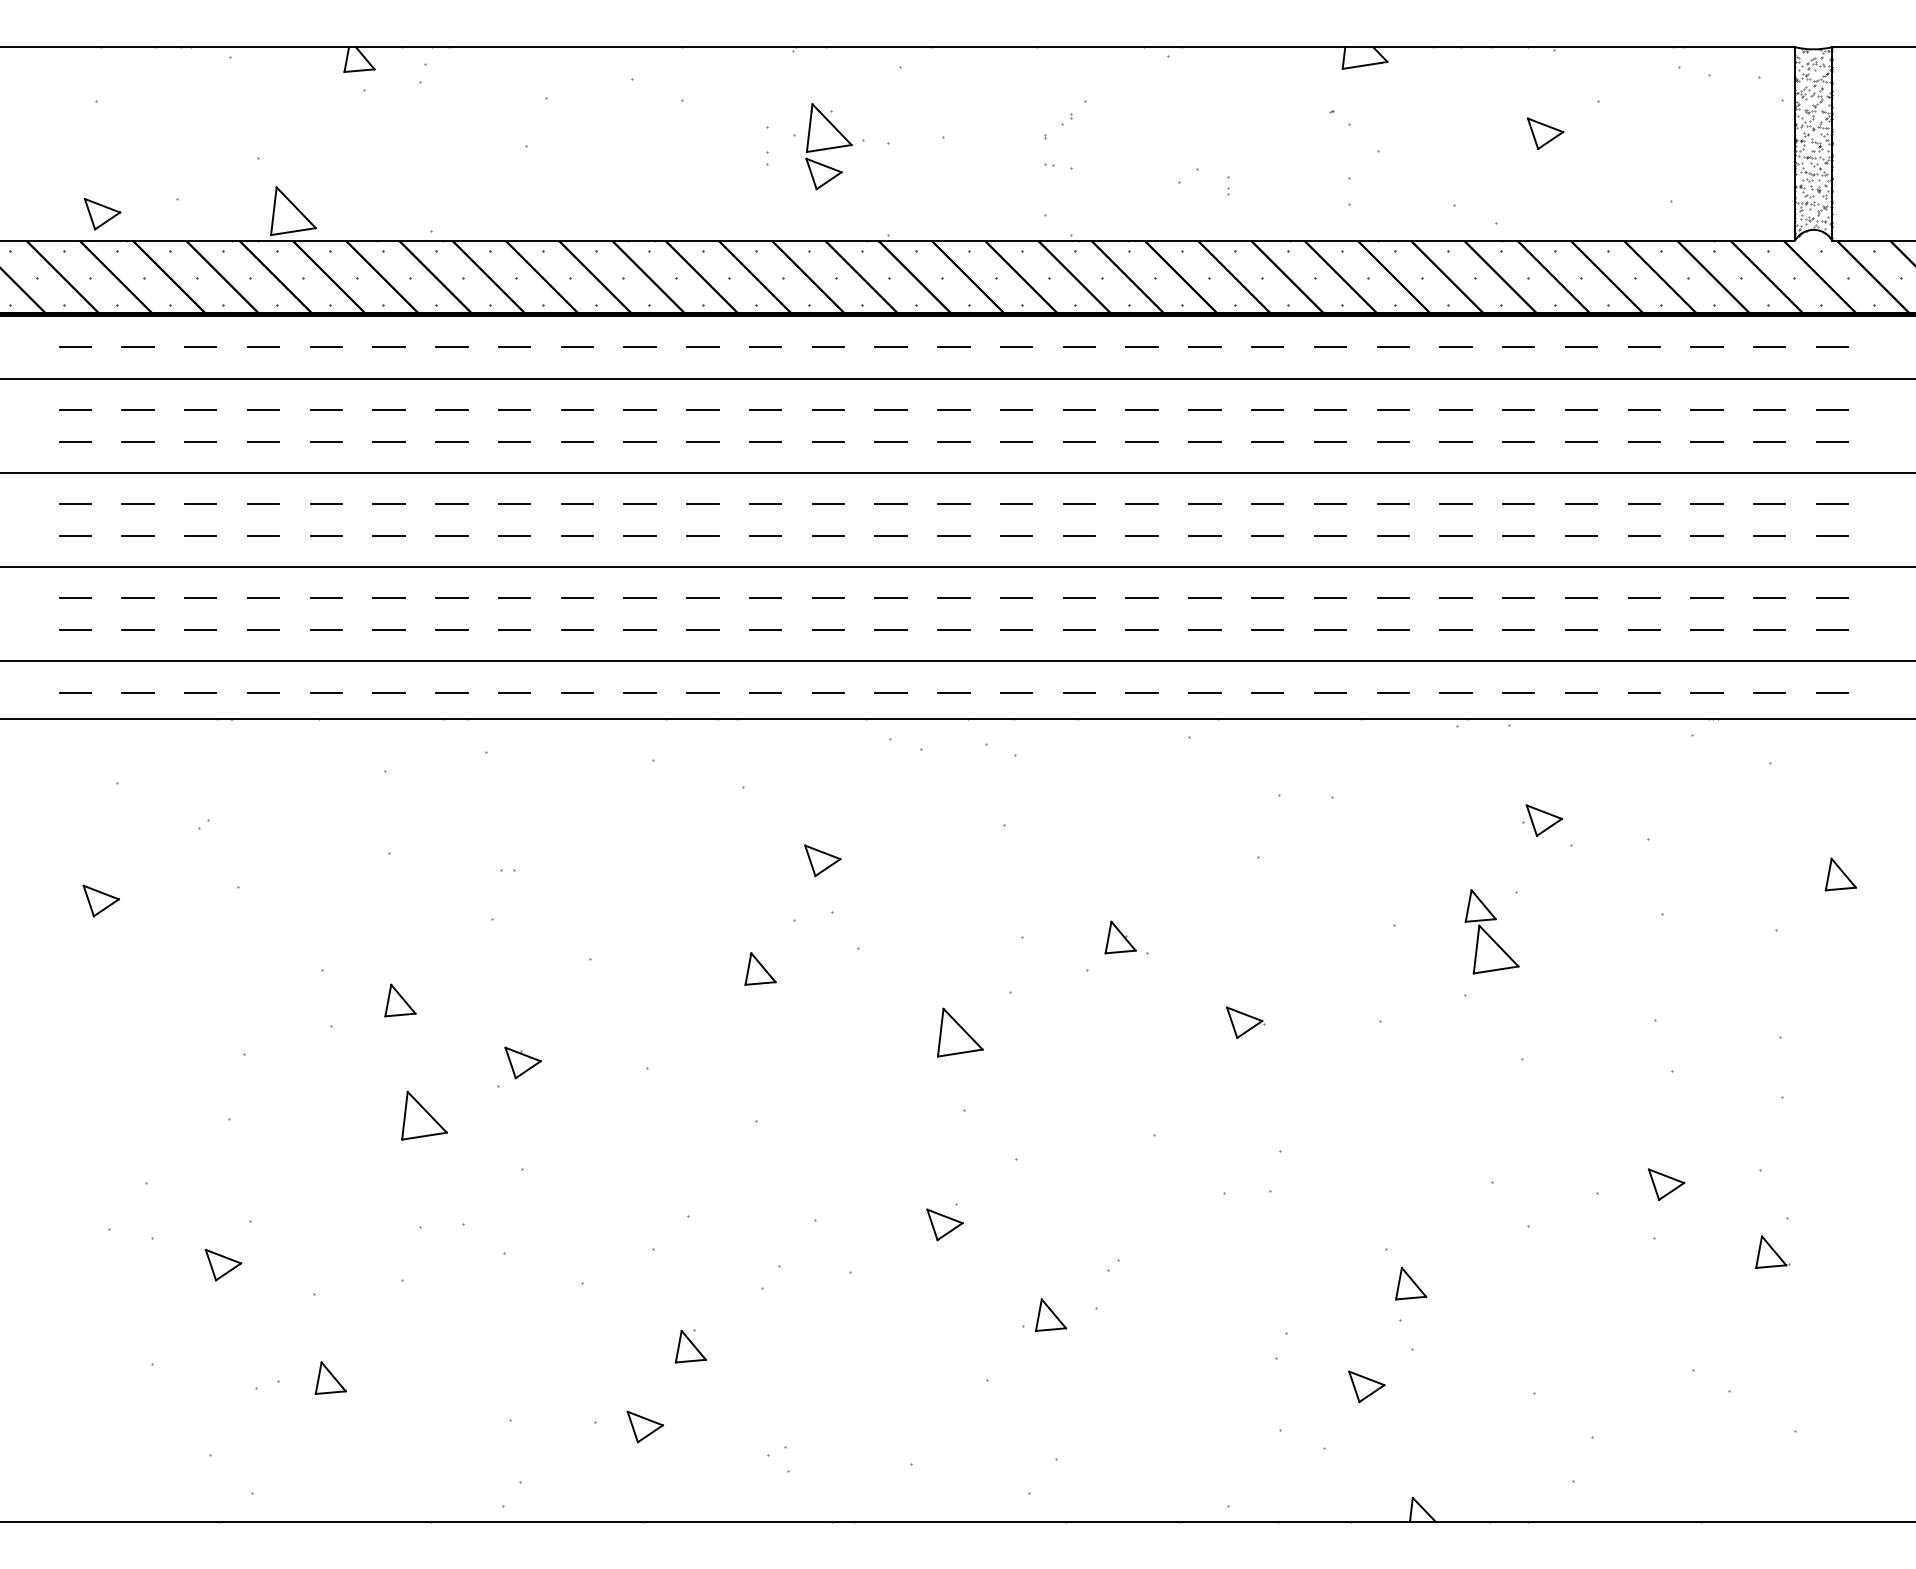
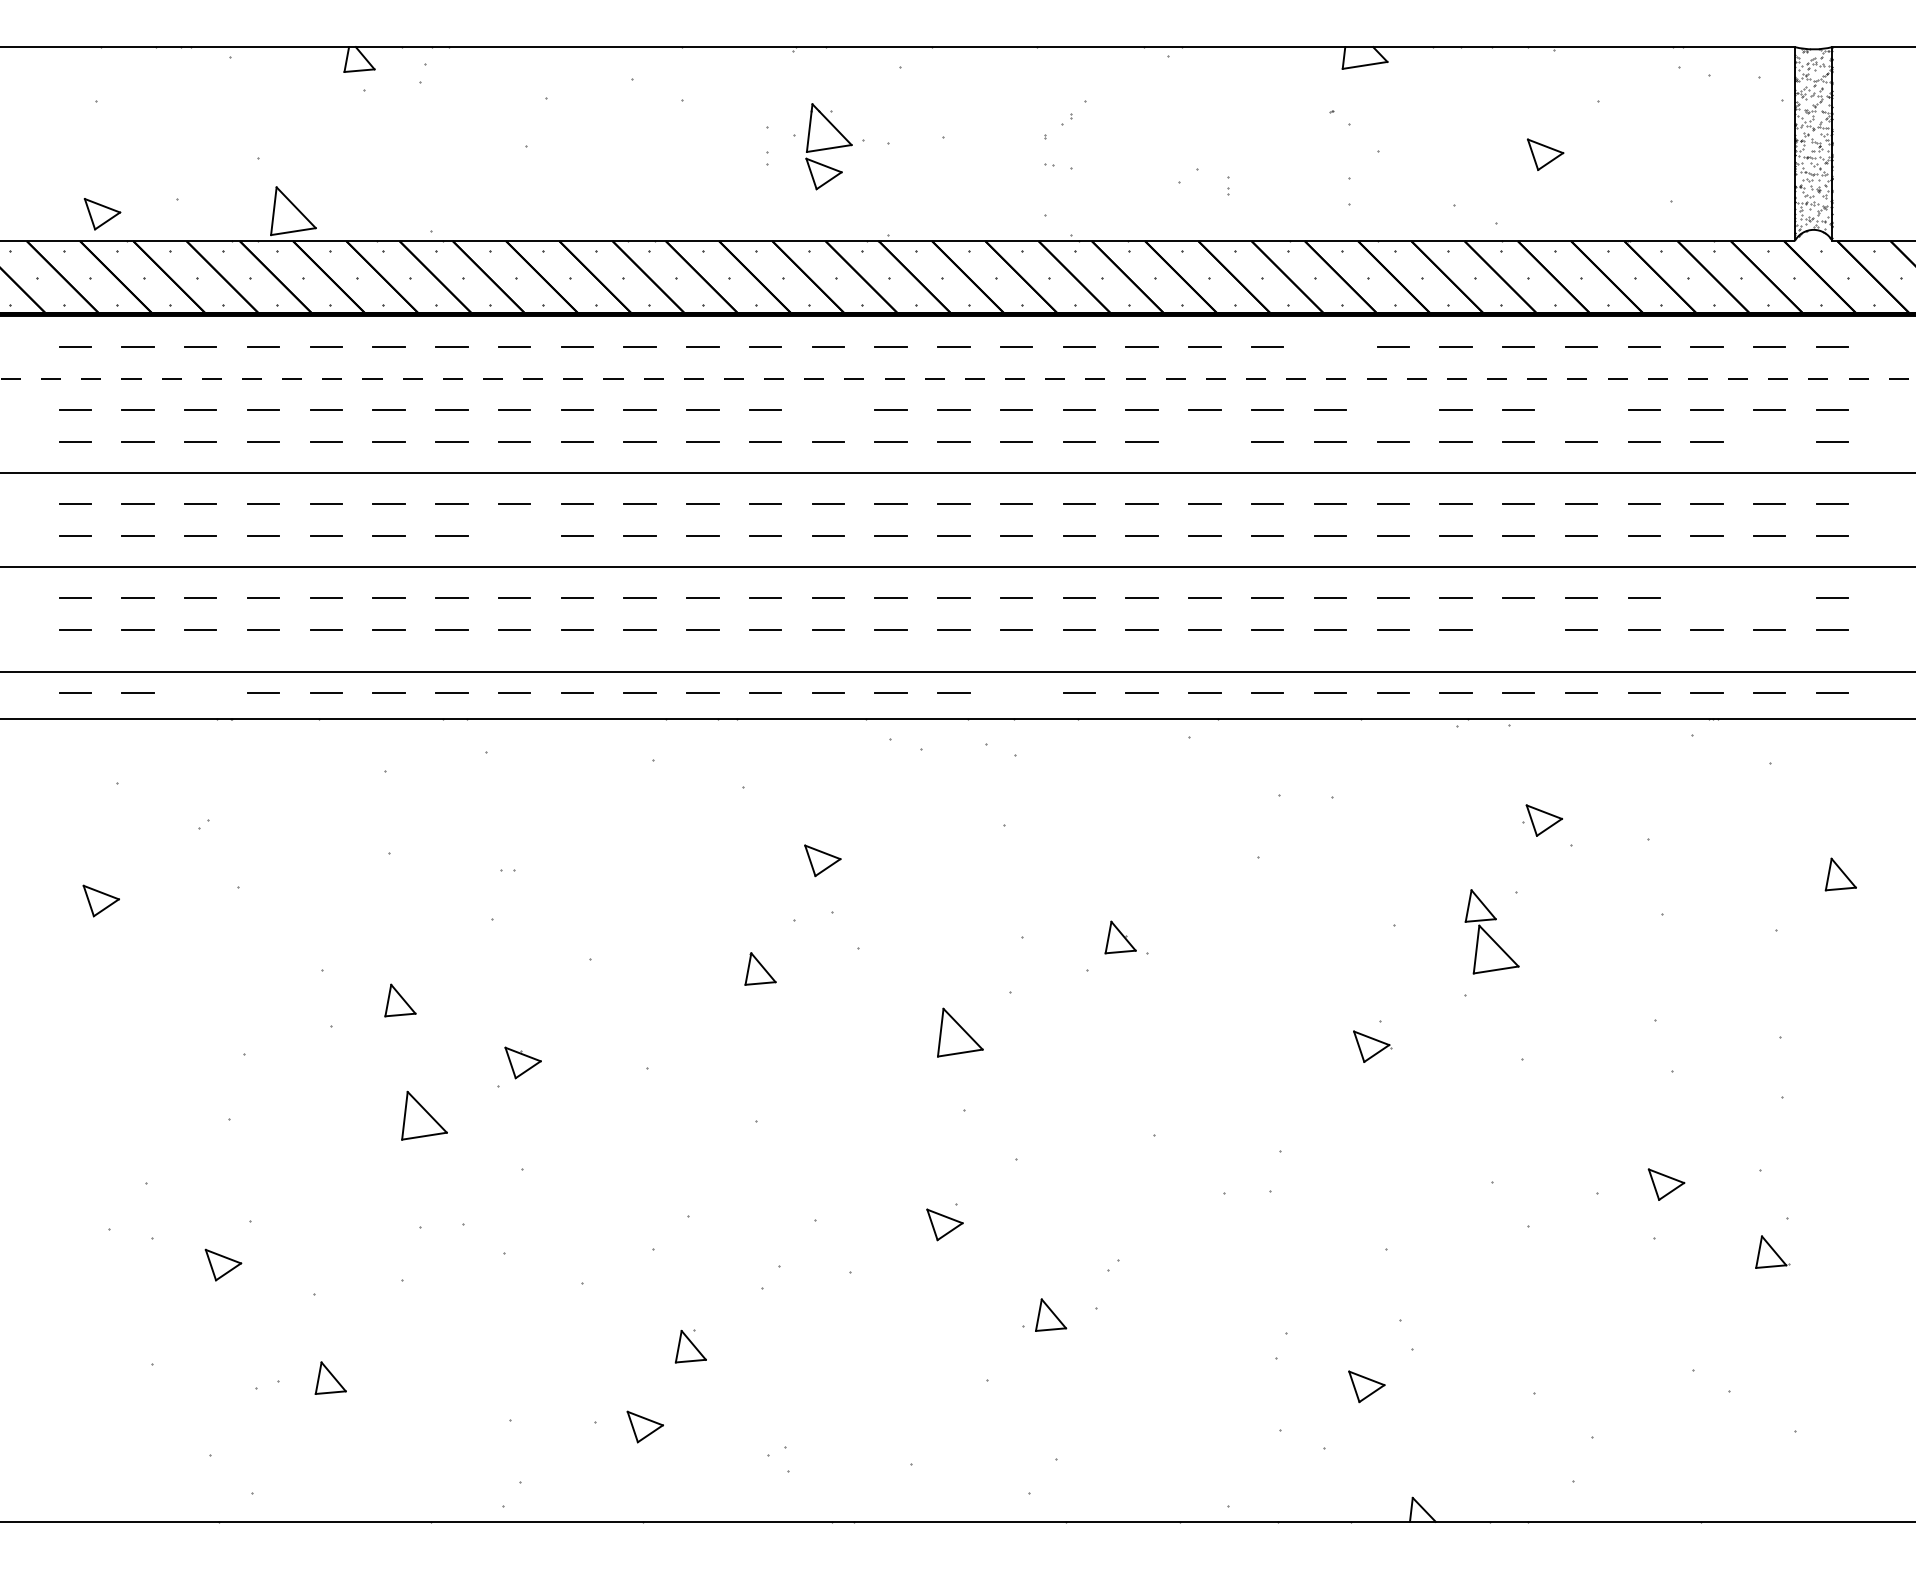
part at (1545, 133) position: (1545, 133) -> (1545, 154)
line at (1330, 347): present -> none
line at (957, 378): solid -> dashed
line at (828, 409): present -> none
line at (1392, 410): present -> none
line at (1581, 410): present -> none
line at (1204, 441): present -> none
line at (1769, 441): present -> none
line at (514, 535): present -> none
line at (1706, 598): present -> none
line at (1769, 598): present -> none
line at (1518, 629): present -> none
line at (957, 661) position: (957, 661) -> (957, 672)
line at (200, 692): present -> none
line at (1016, 692): present -> none
part at (1245, 1022) position: (1245, 1022) -> (1372, 1046)
part at (1411, 1283): present -> none
